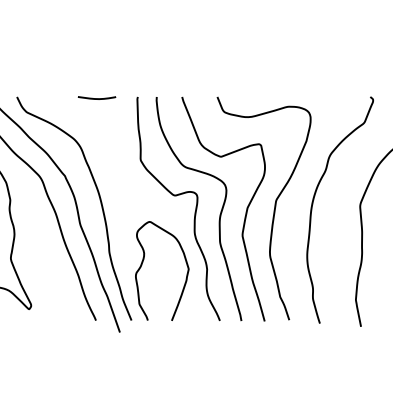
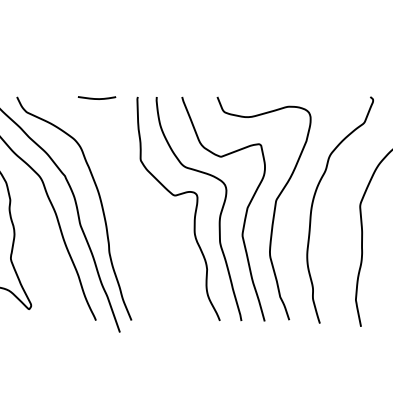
curve at (143, 262): present -> none
